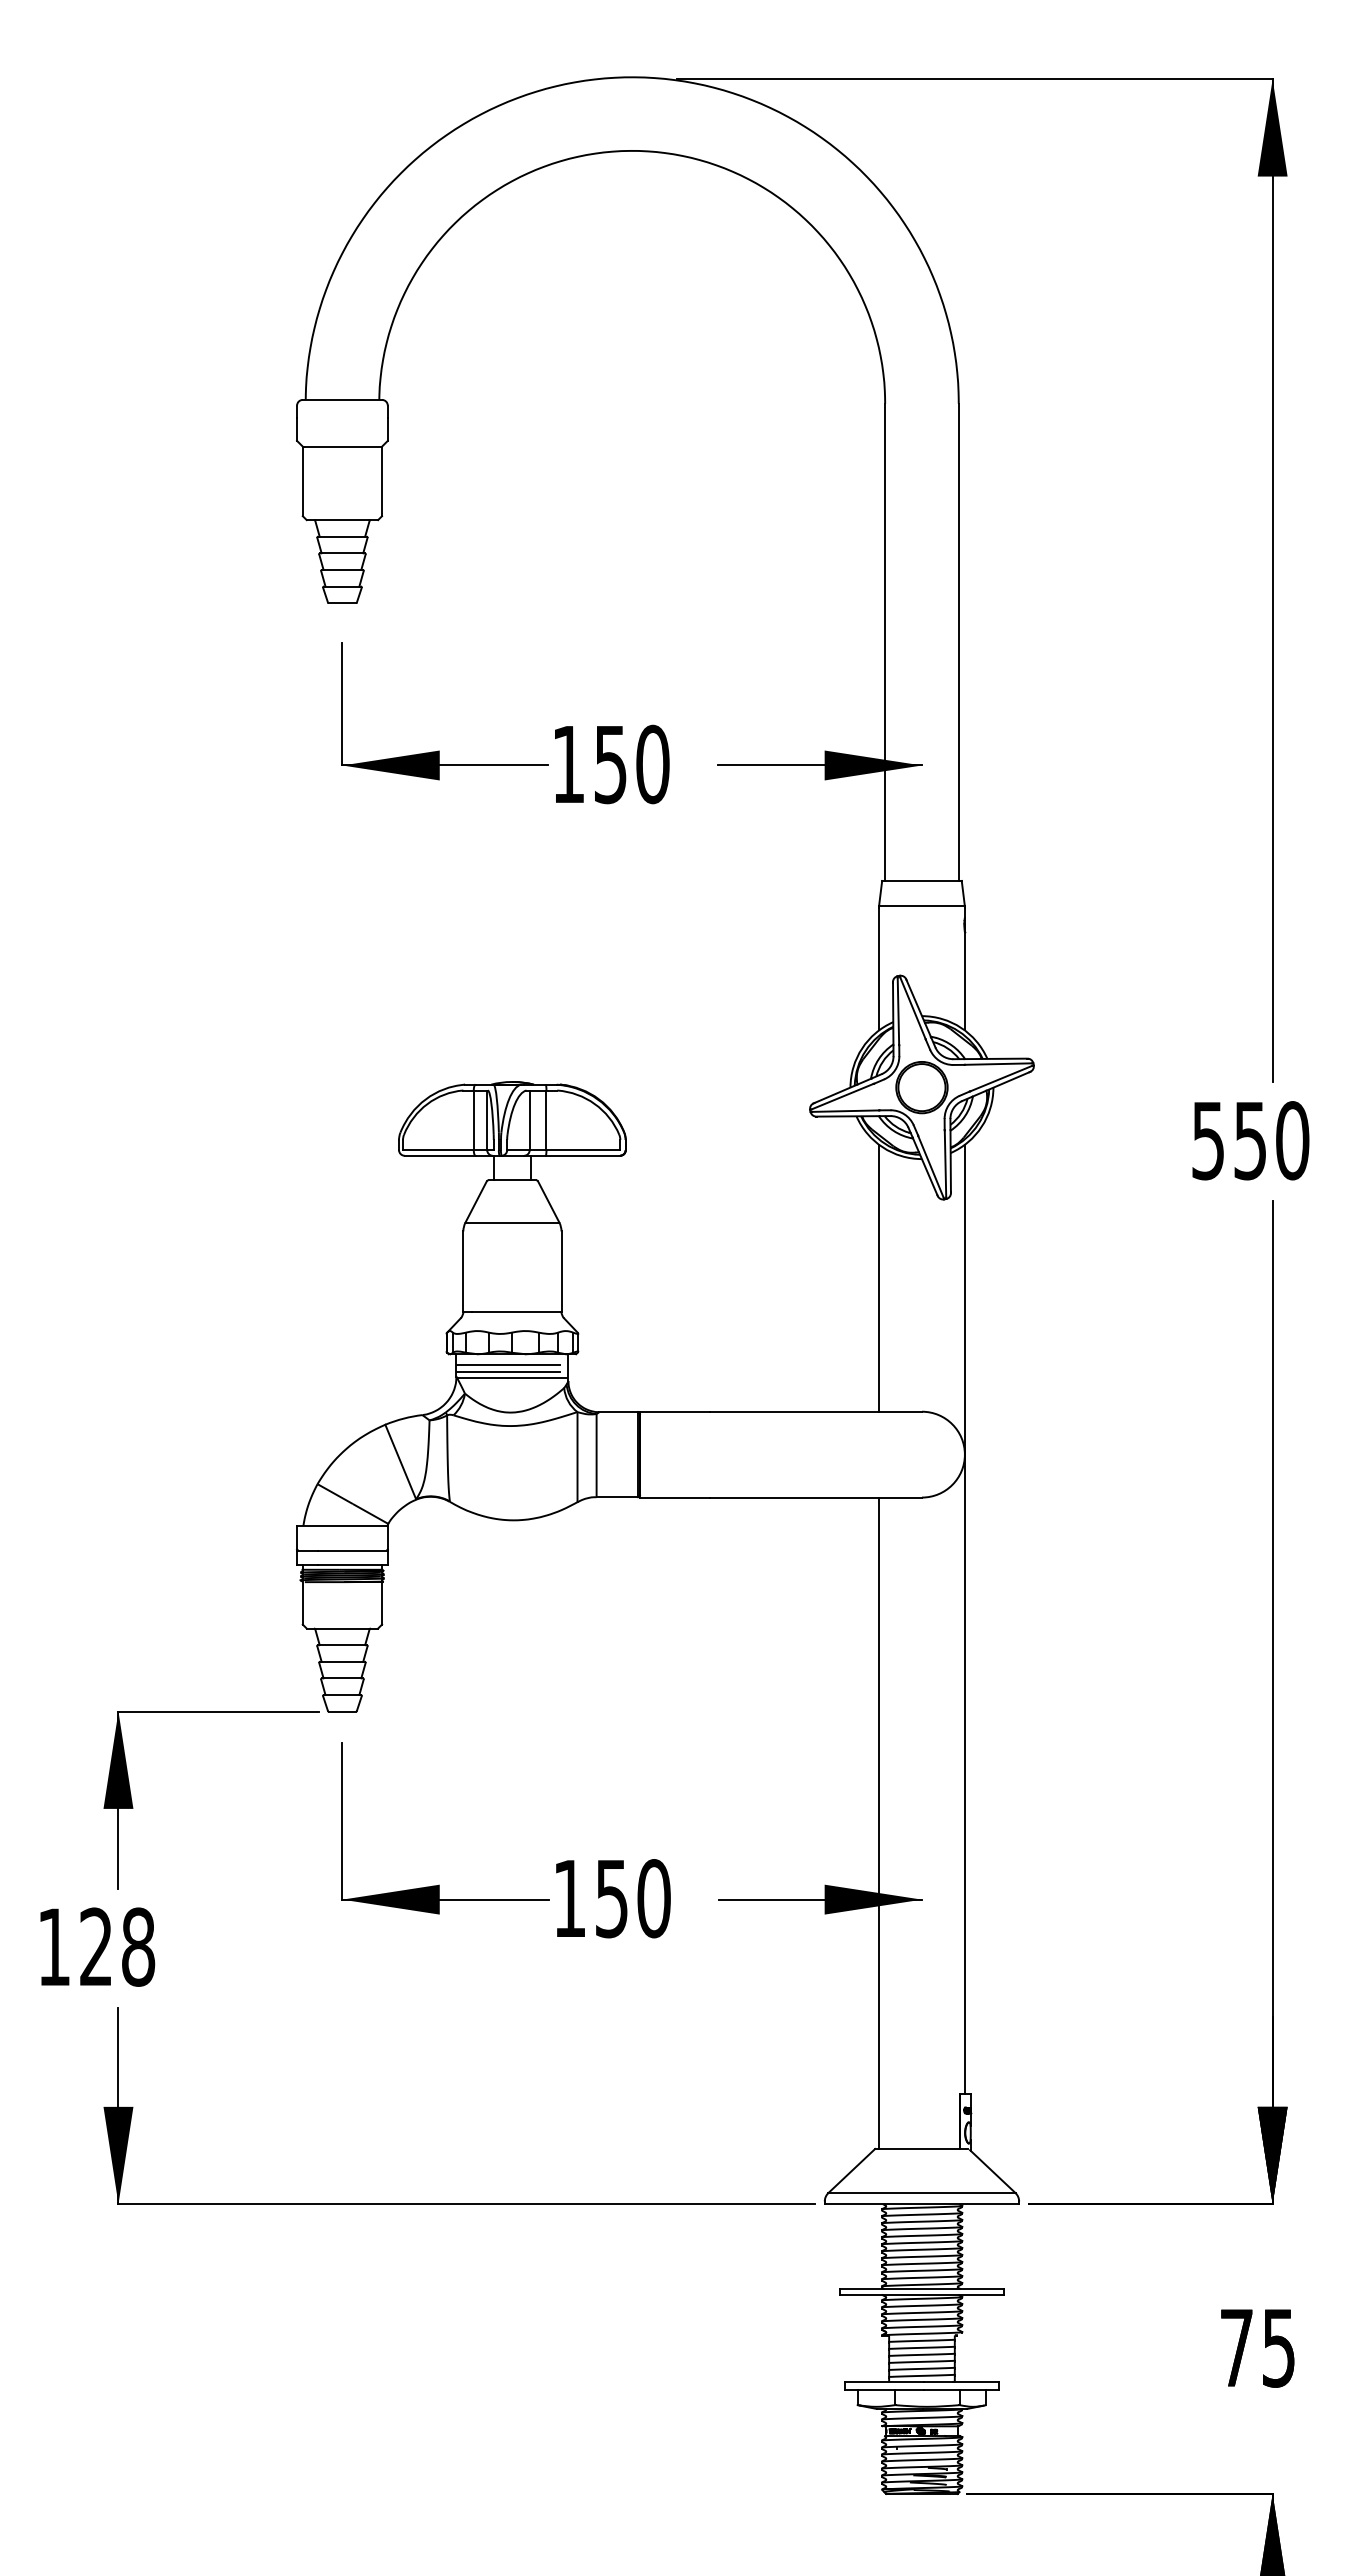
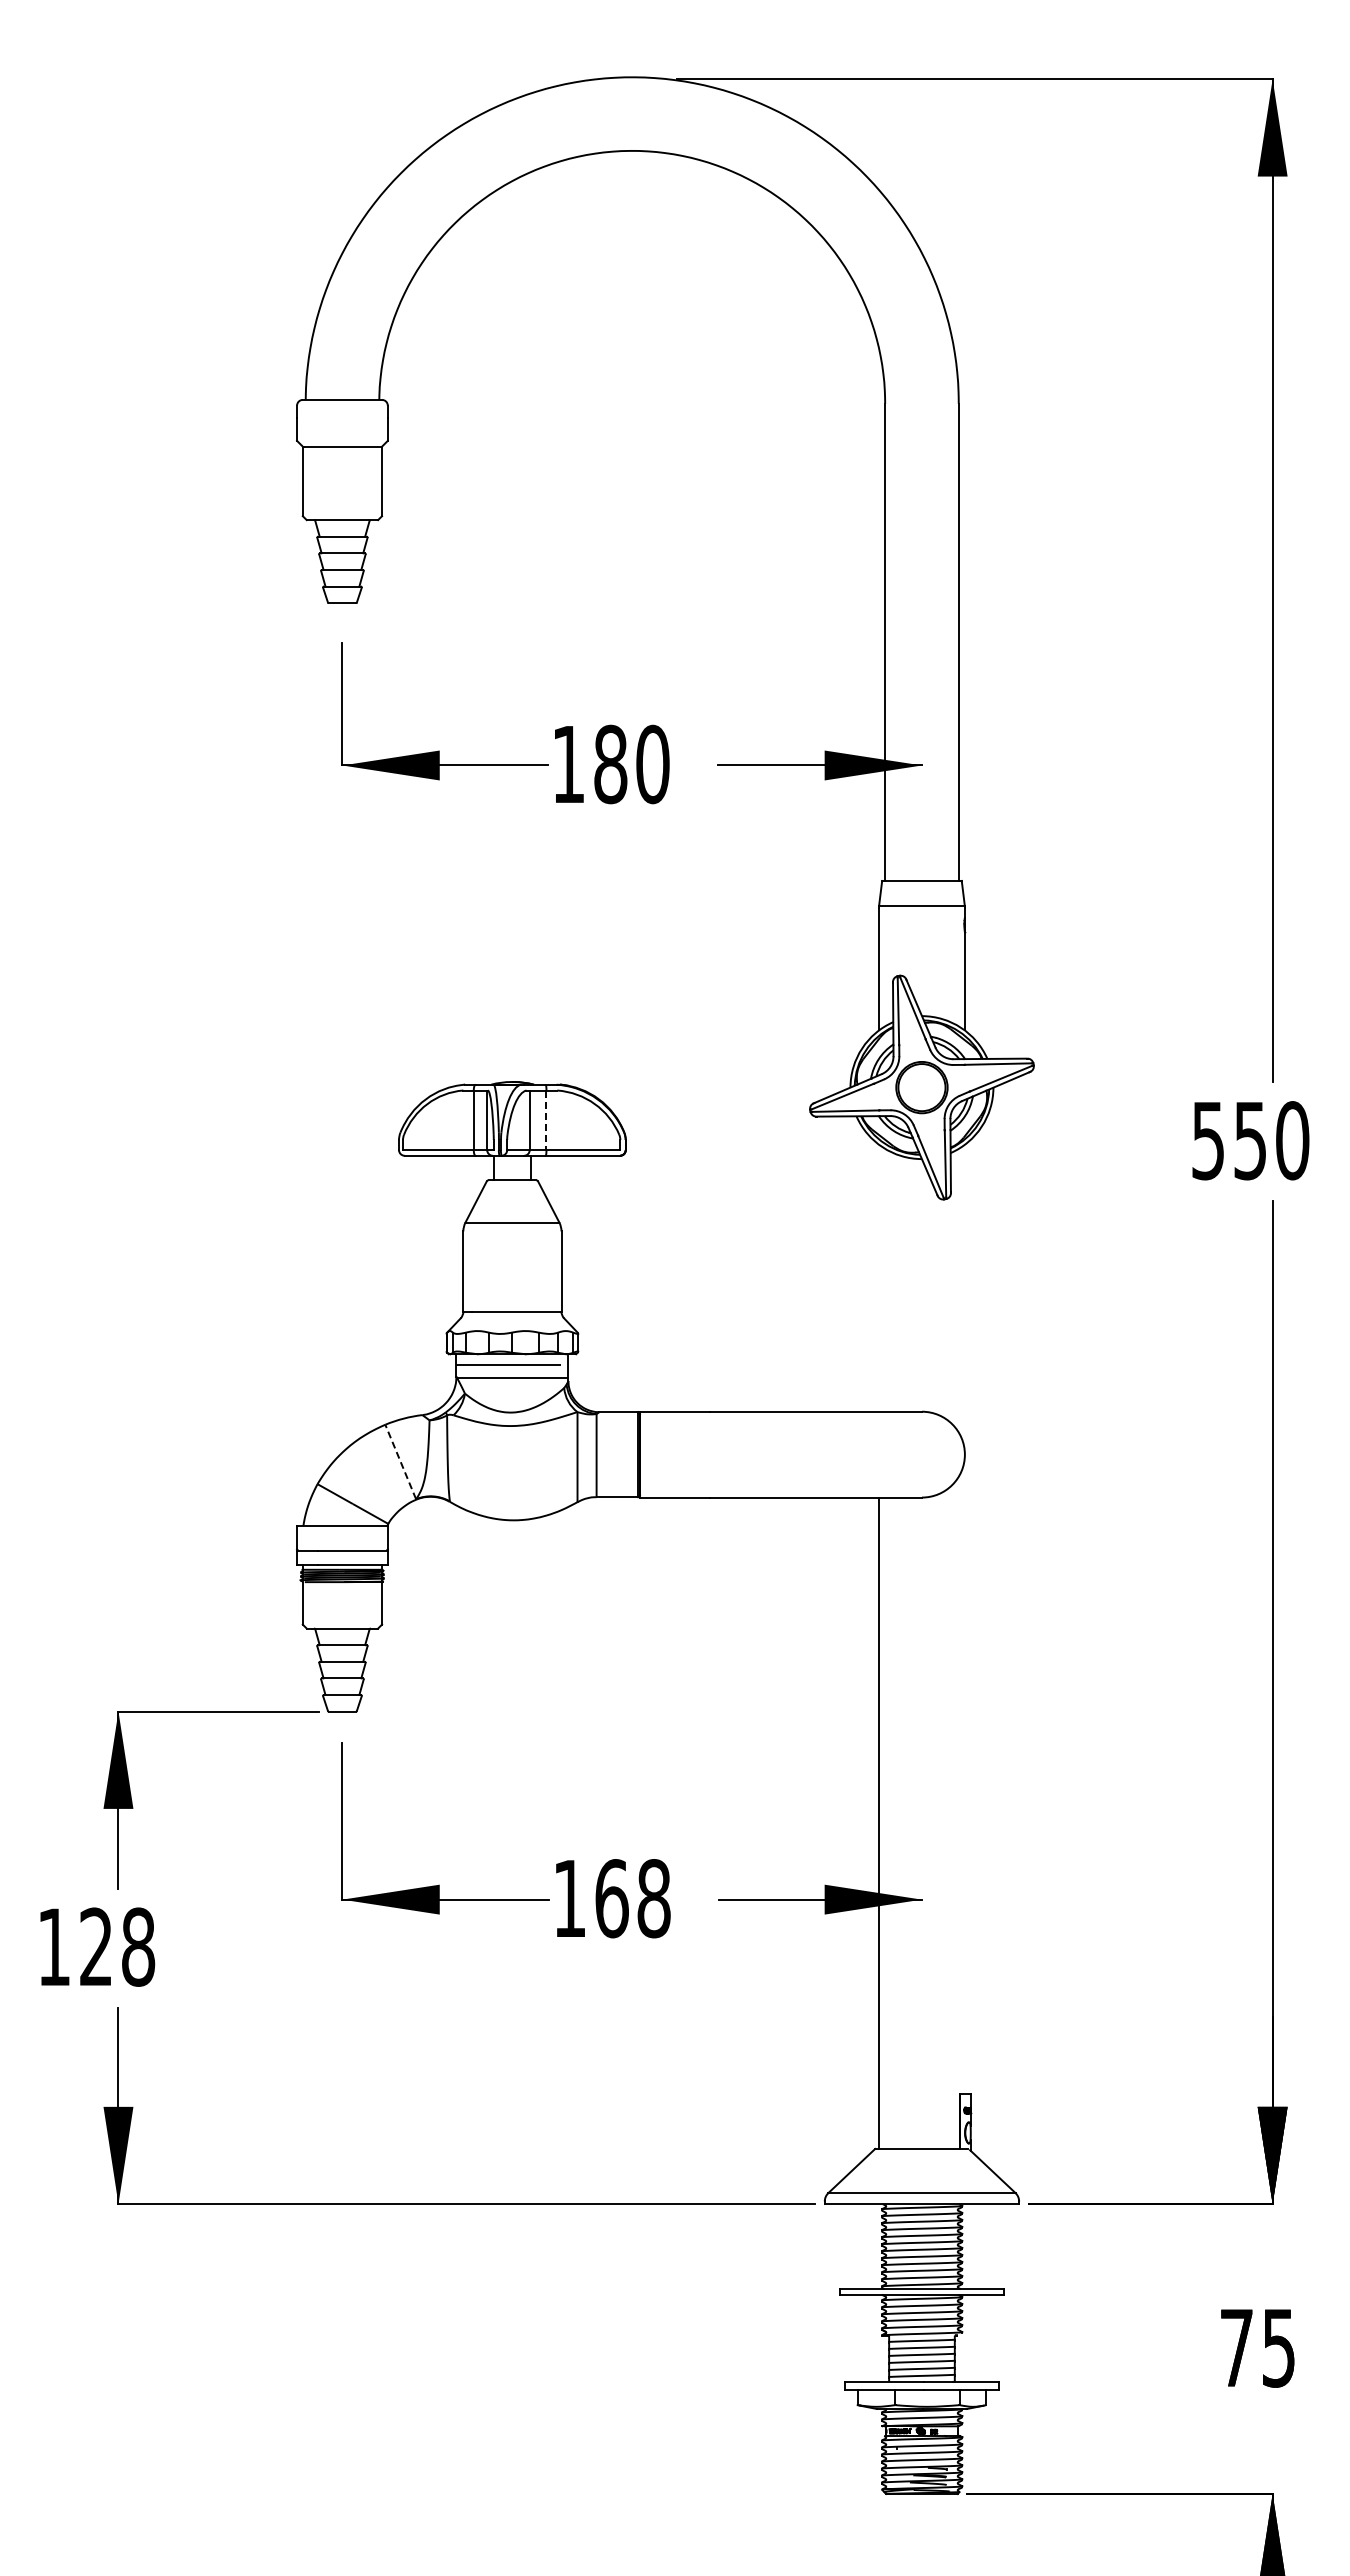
text at (610, 764): 150 -> 180
line at (546, 1120): solid -> dashed
line at (879, 1277): present -> none
line at (508, 1371): present -> none
line at (400, 1461): solid -> dashed
line at (964, 1619): present -> none
text at (632, 1898): 150 -> 168
